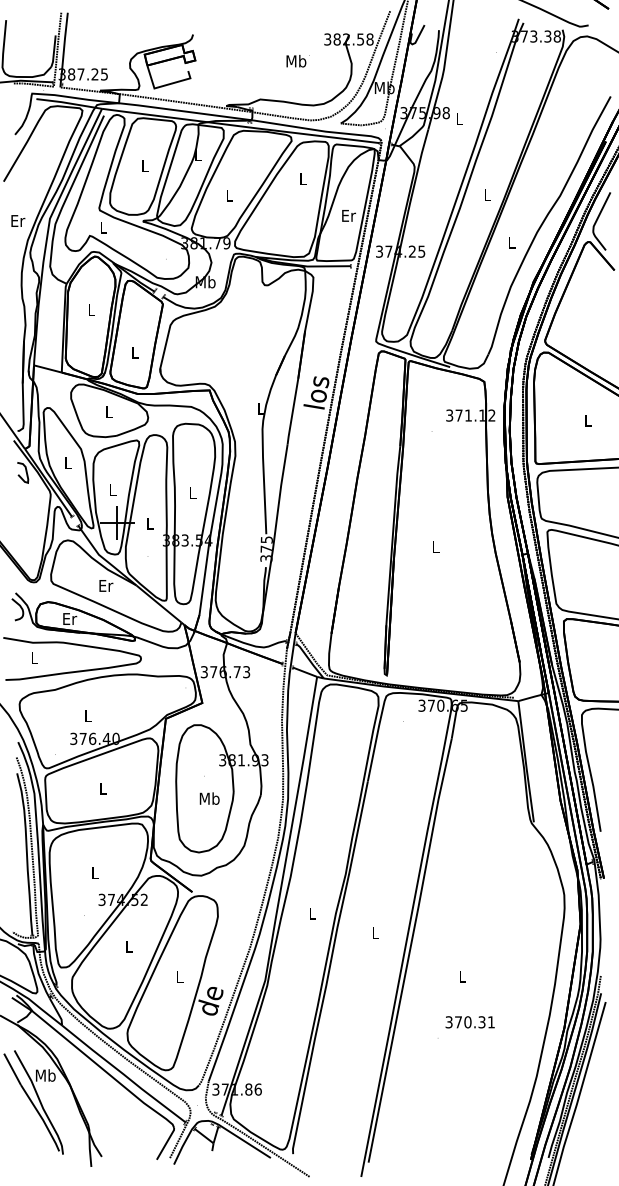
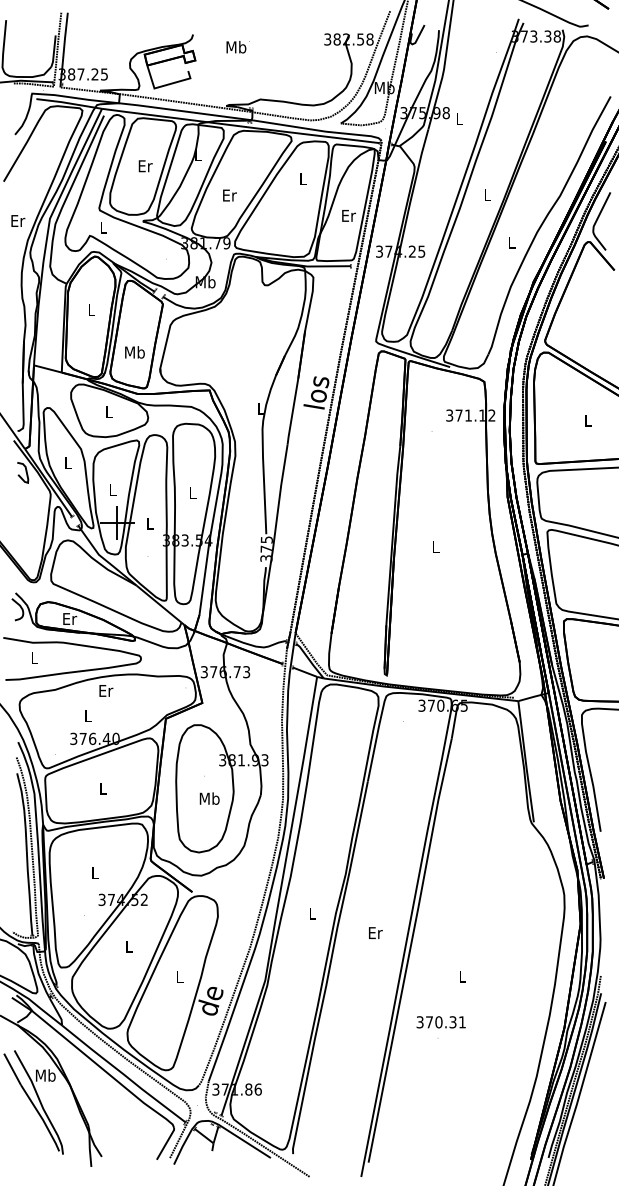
text at (297, 61) position: (297, 61) -> (237, 47)
text at (145, 166): L -> Er
text at (229, 195): L -> Er
text at (134, 352): L -> Mb
text at (106, 585) position: (106, 585) -> (106, 690)
text at (375, 932): L -> Er
text at (469, 1022) position: (469, 1022) -> (440, 1022)
